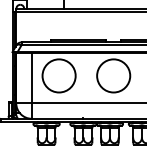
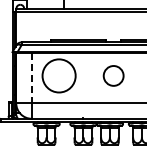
circle at (113, 75) diameter: 33 px -> 20 px
line at (31, 78): solid -> dashed
